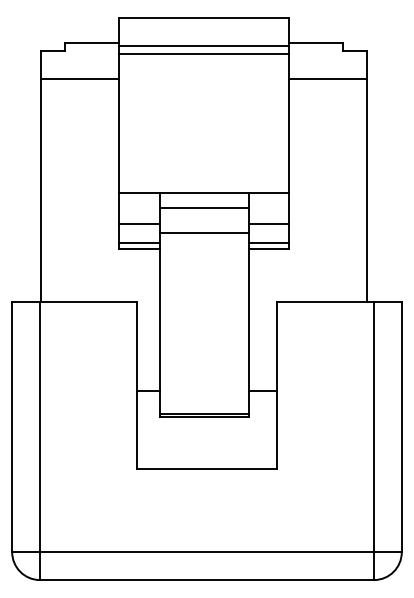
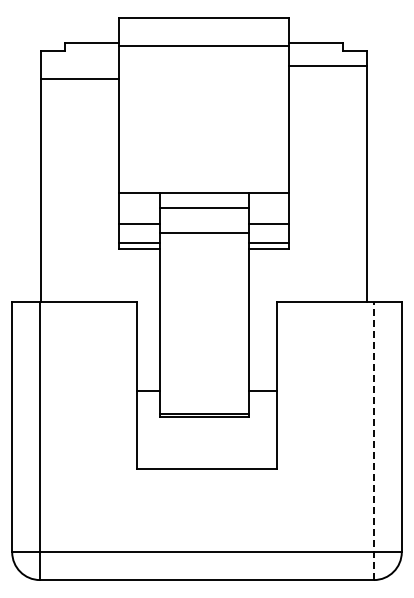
line at (204, 54): present -> none
line at (328, 79) position: (328, 79) -> (328, 66)
line at (373, 440): solid -> dashed
